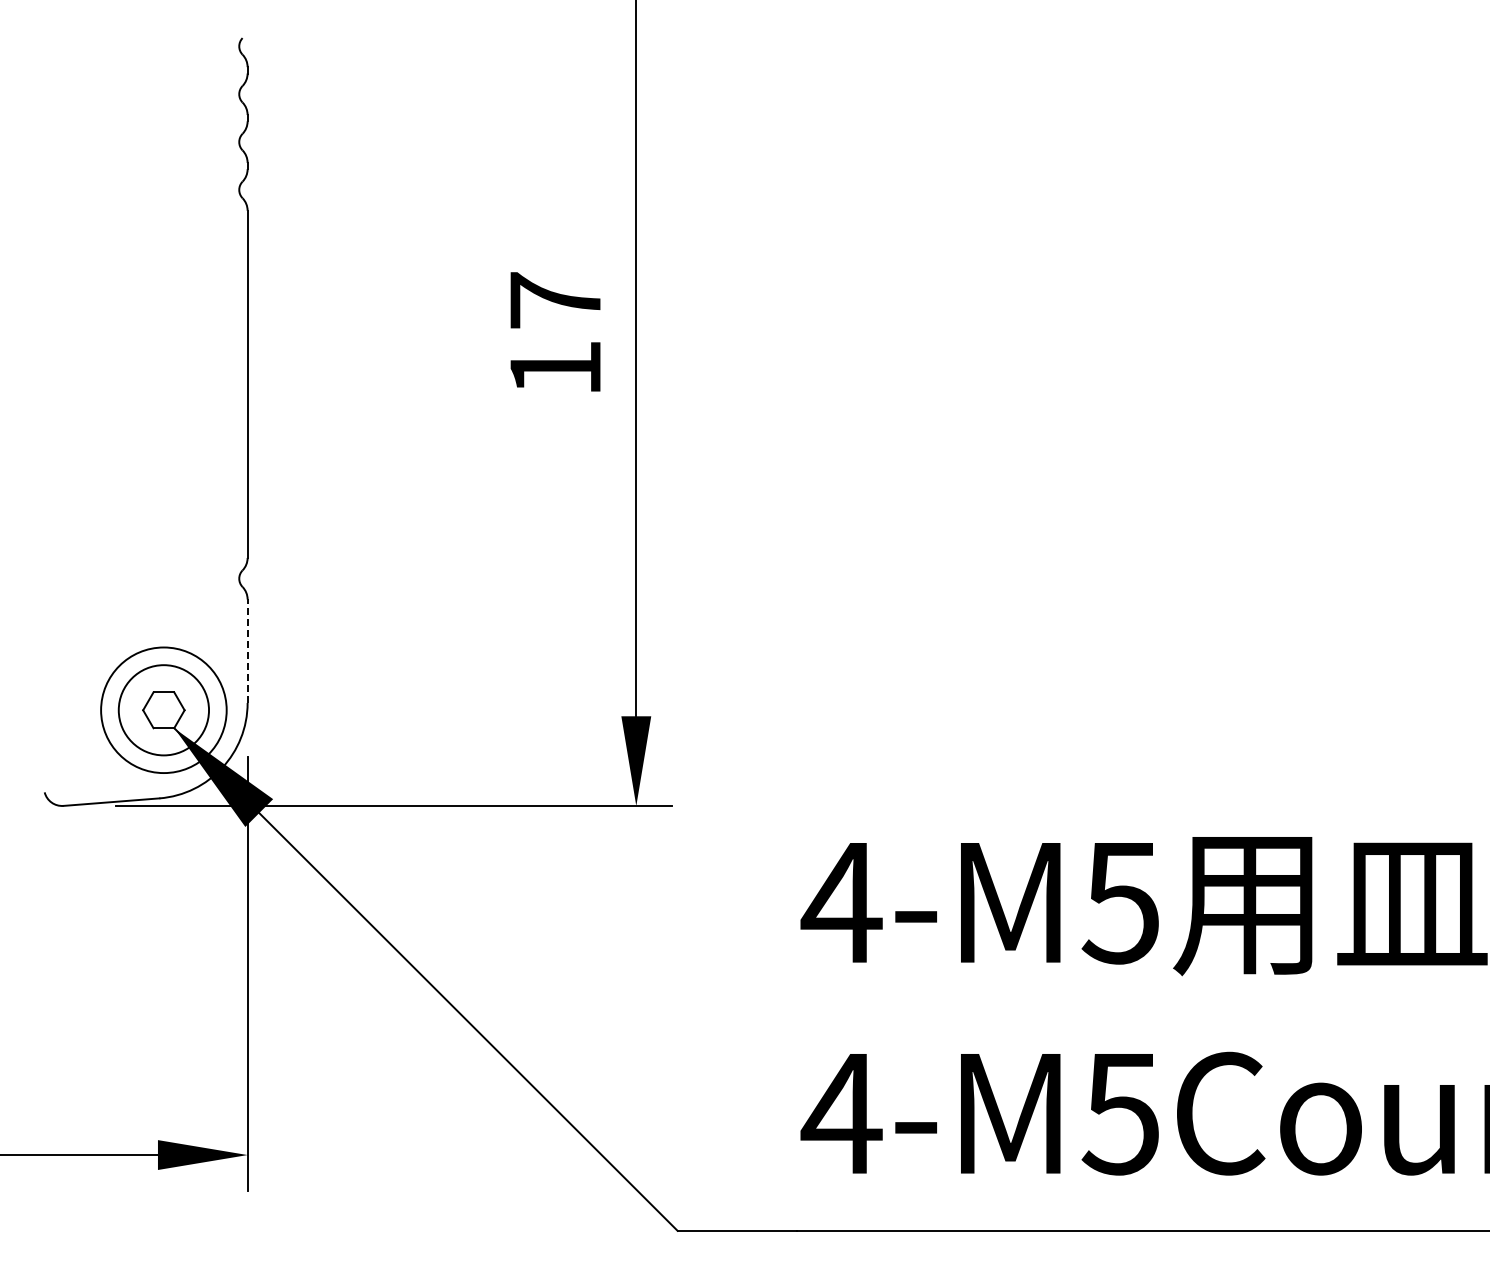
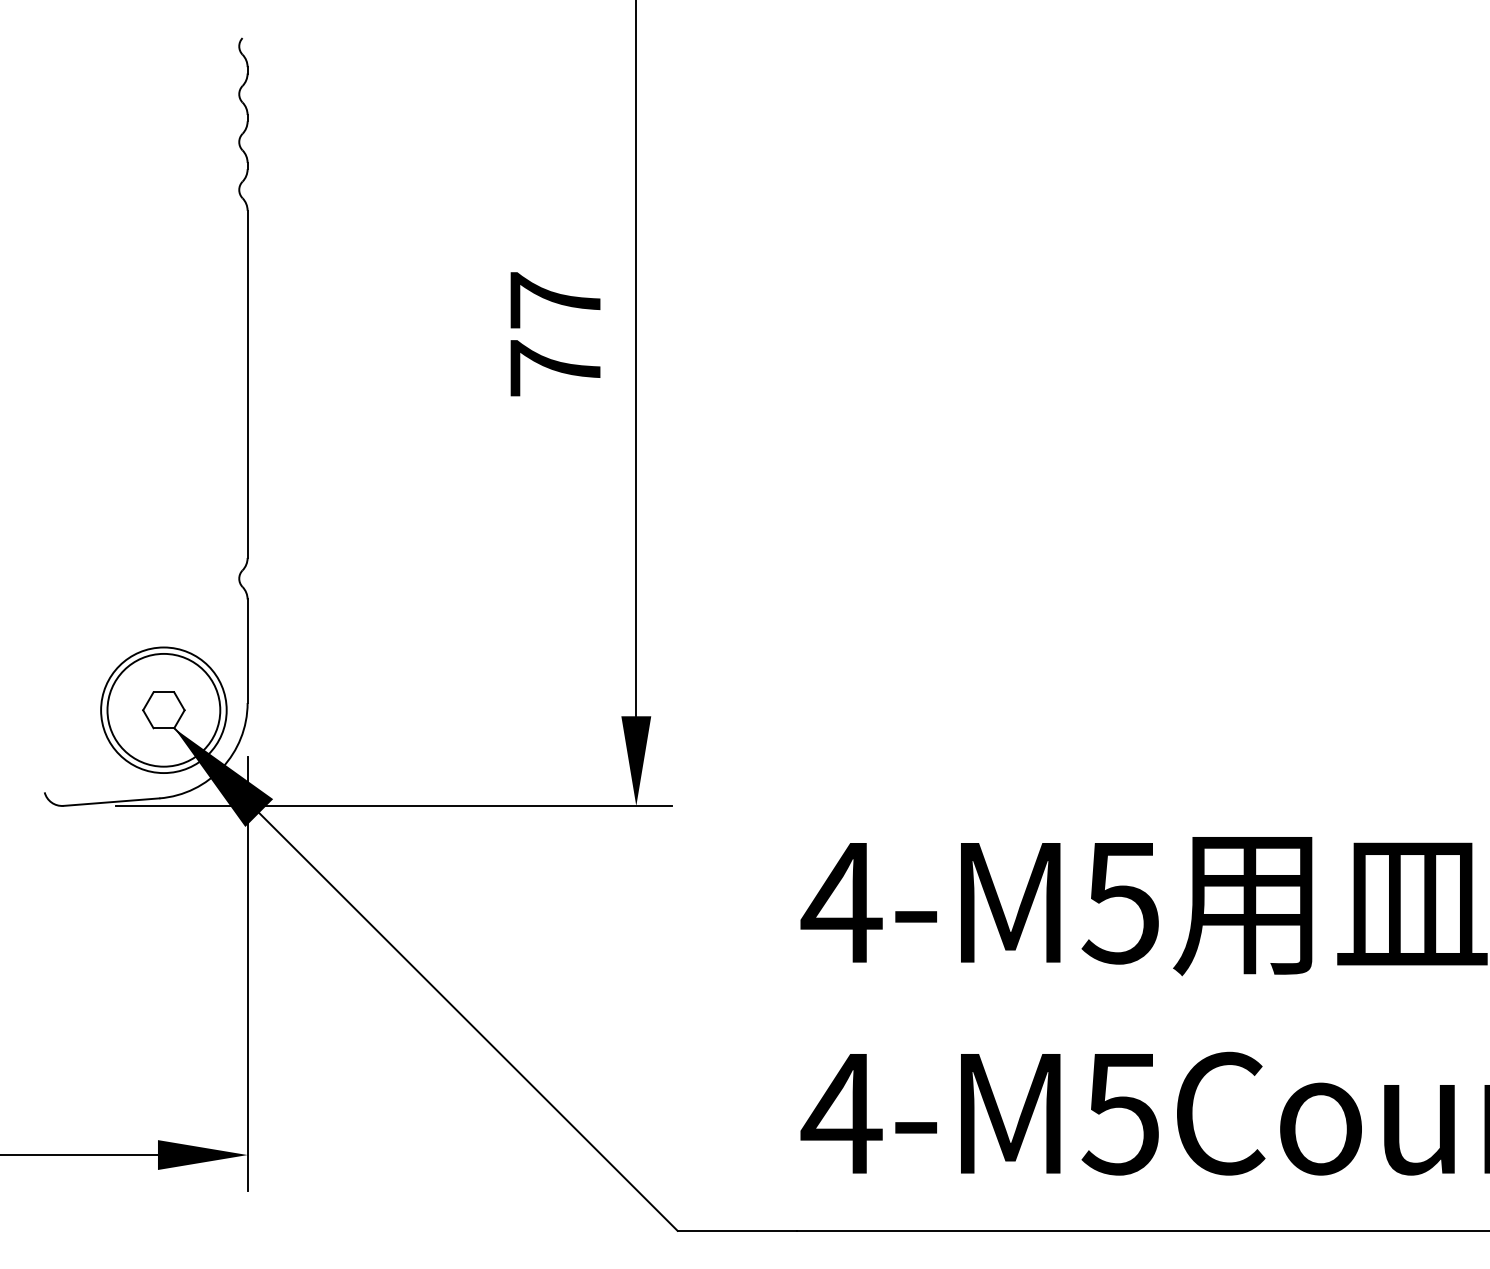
text at (555, 368): 17 -> 77
line at (247, 651): dashed -> solid
circle at (163, 710) diameter: 90 px -> 113 px
